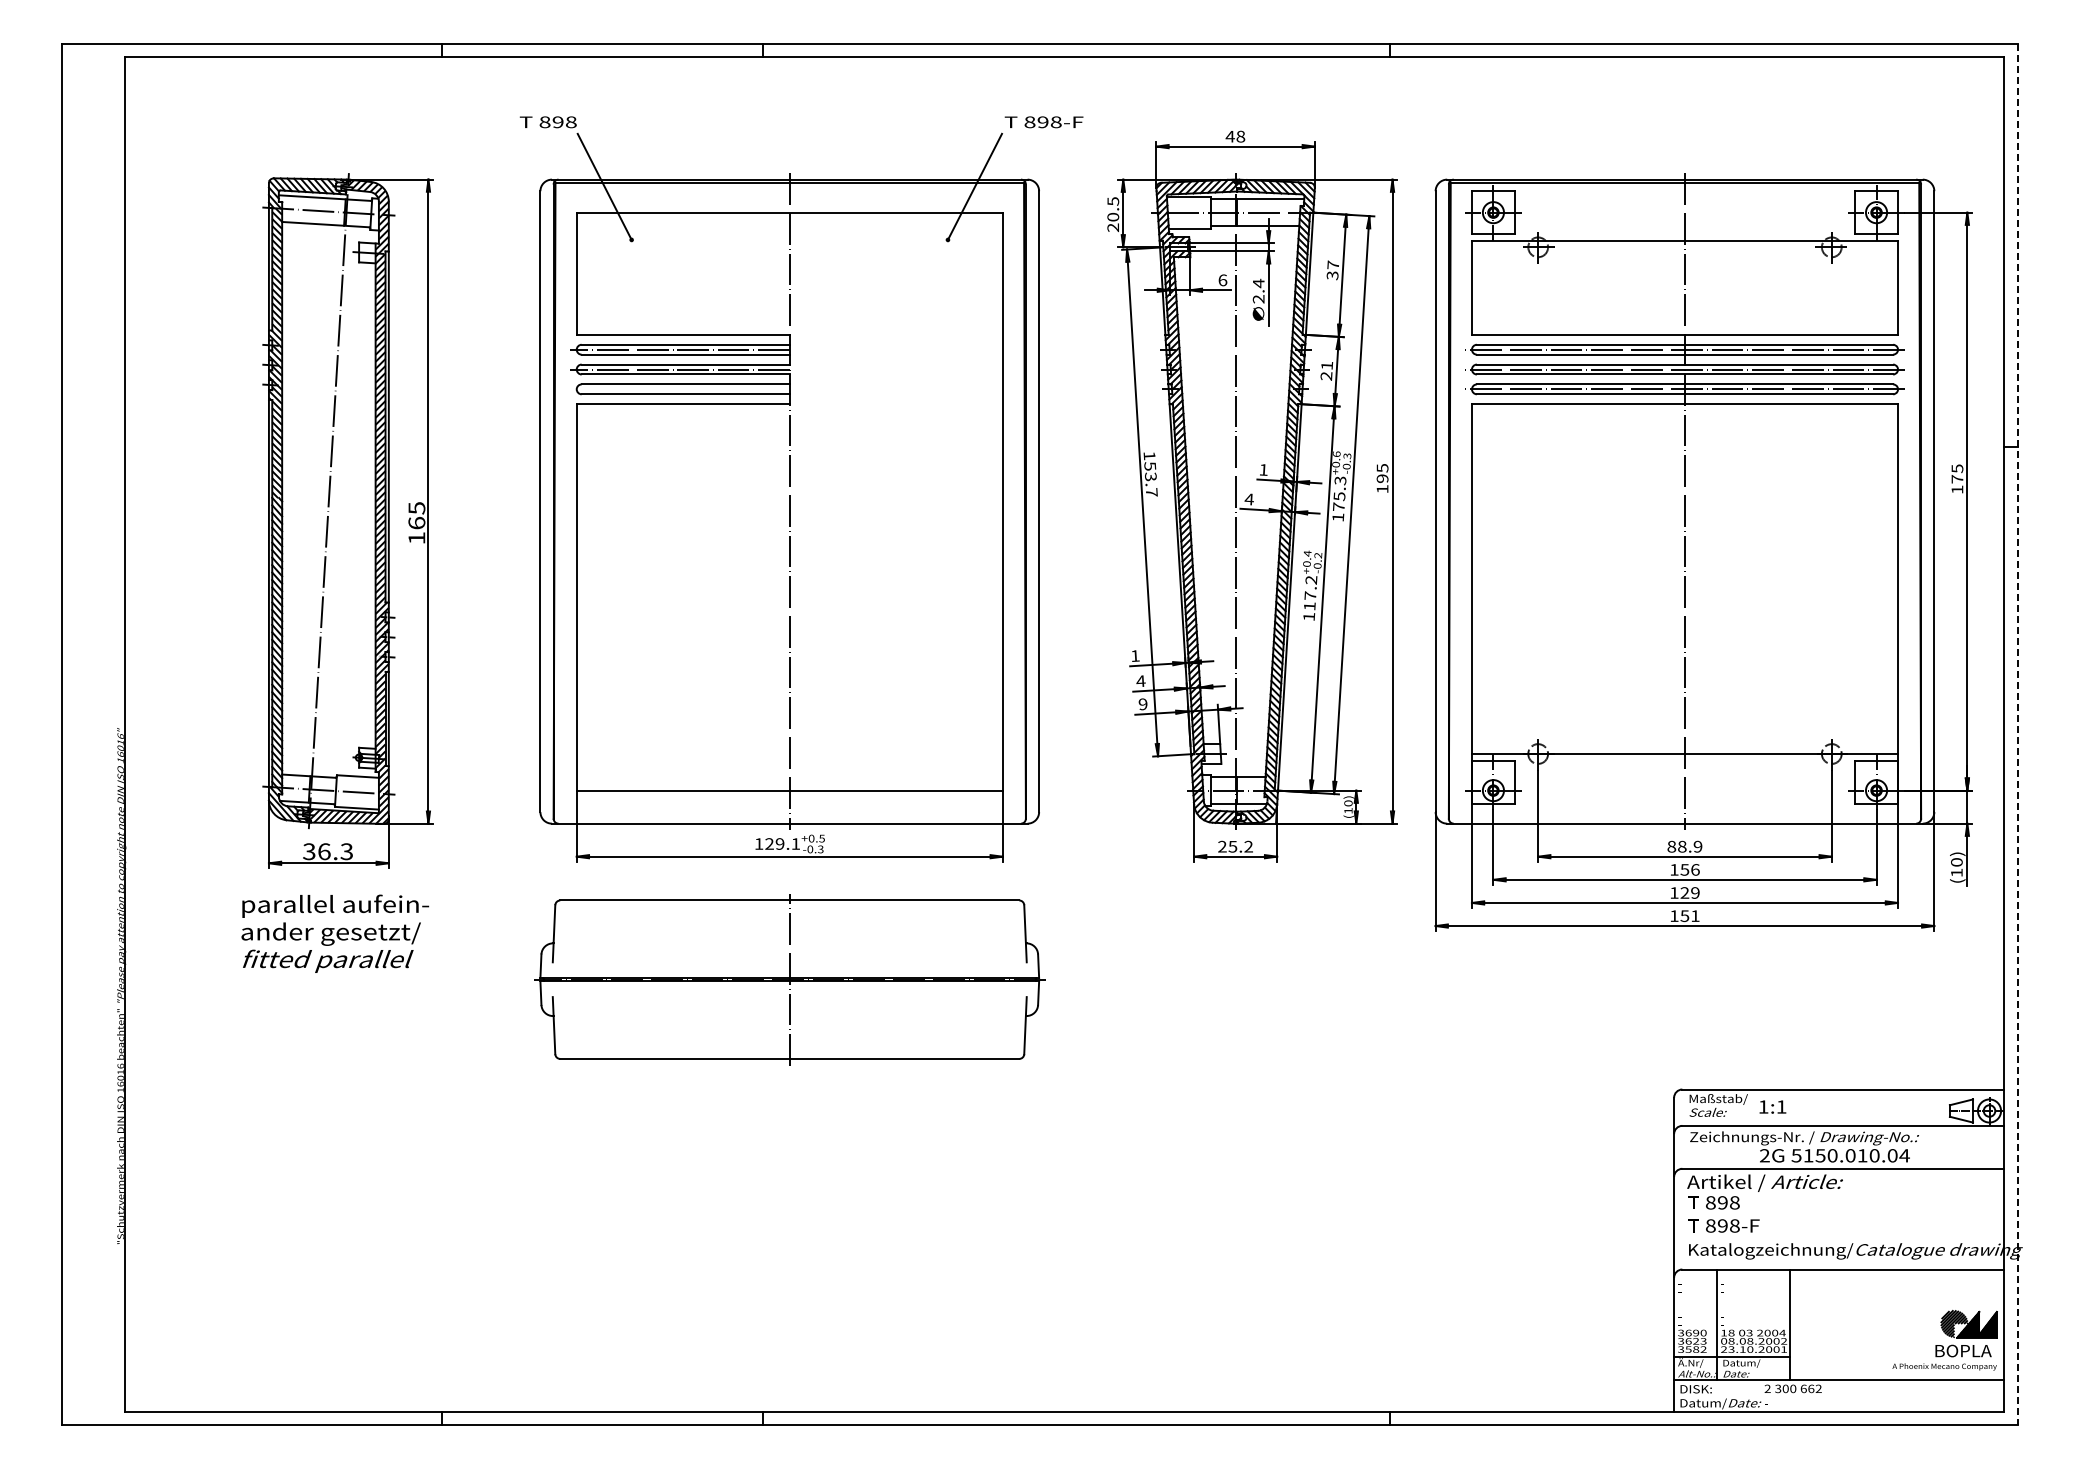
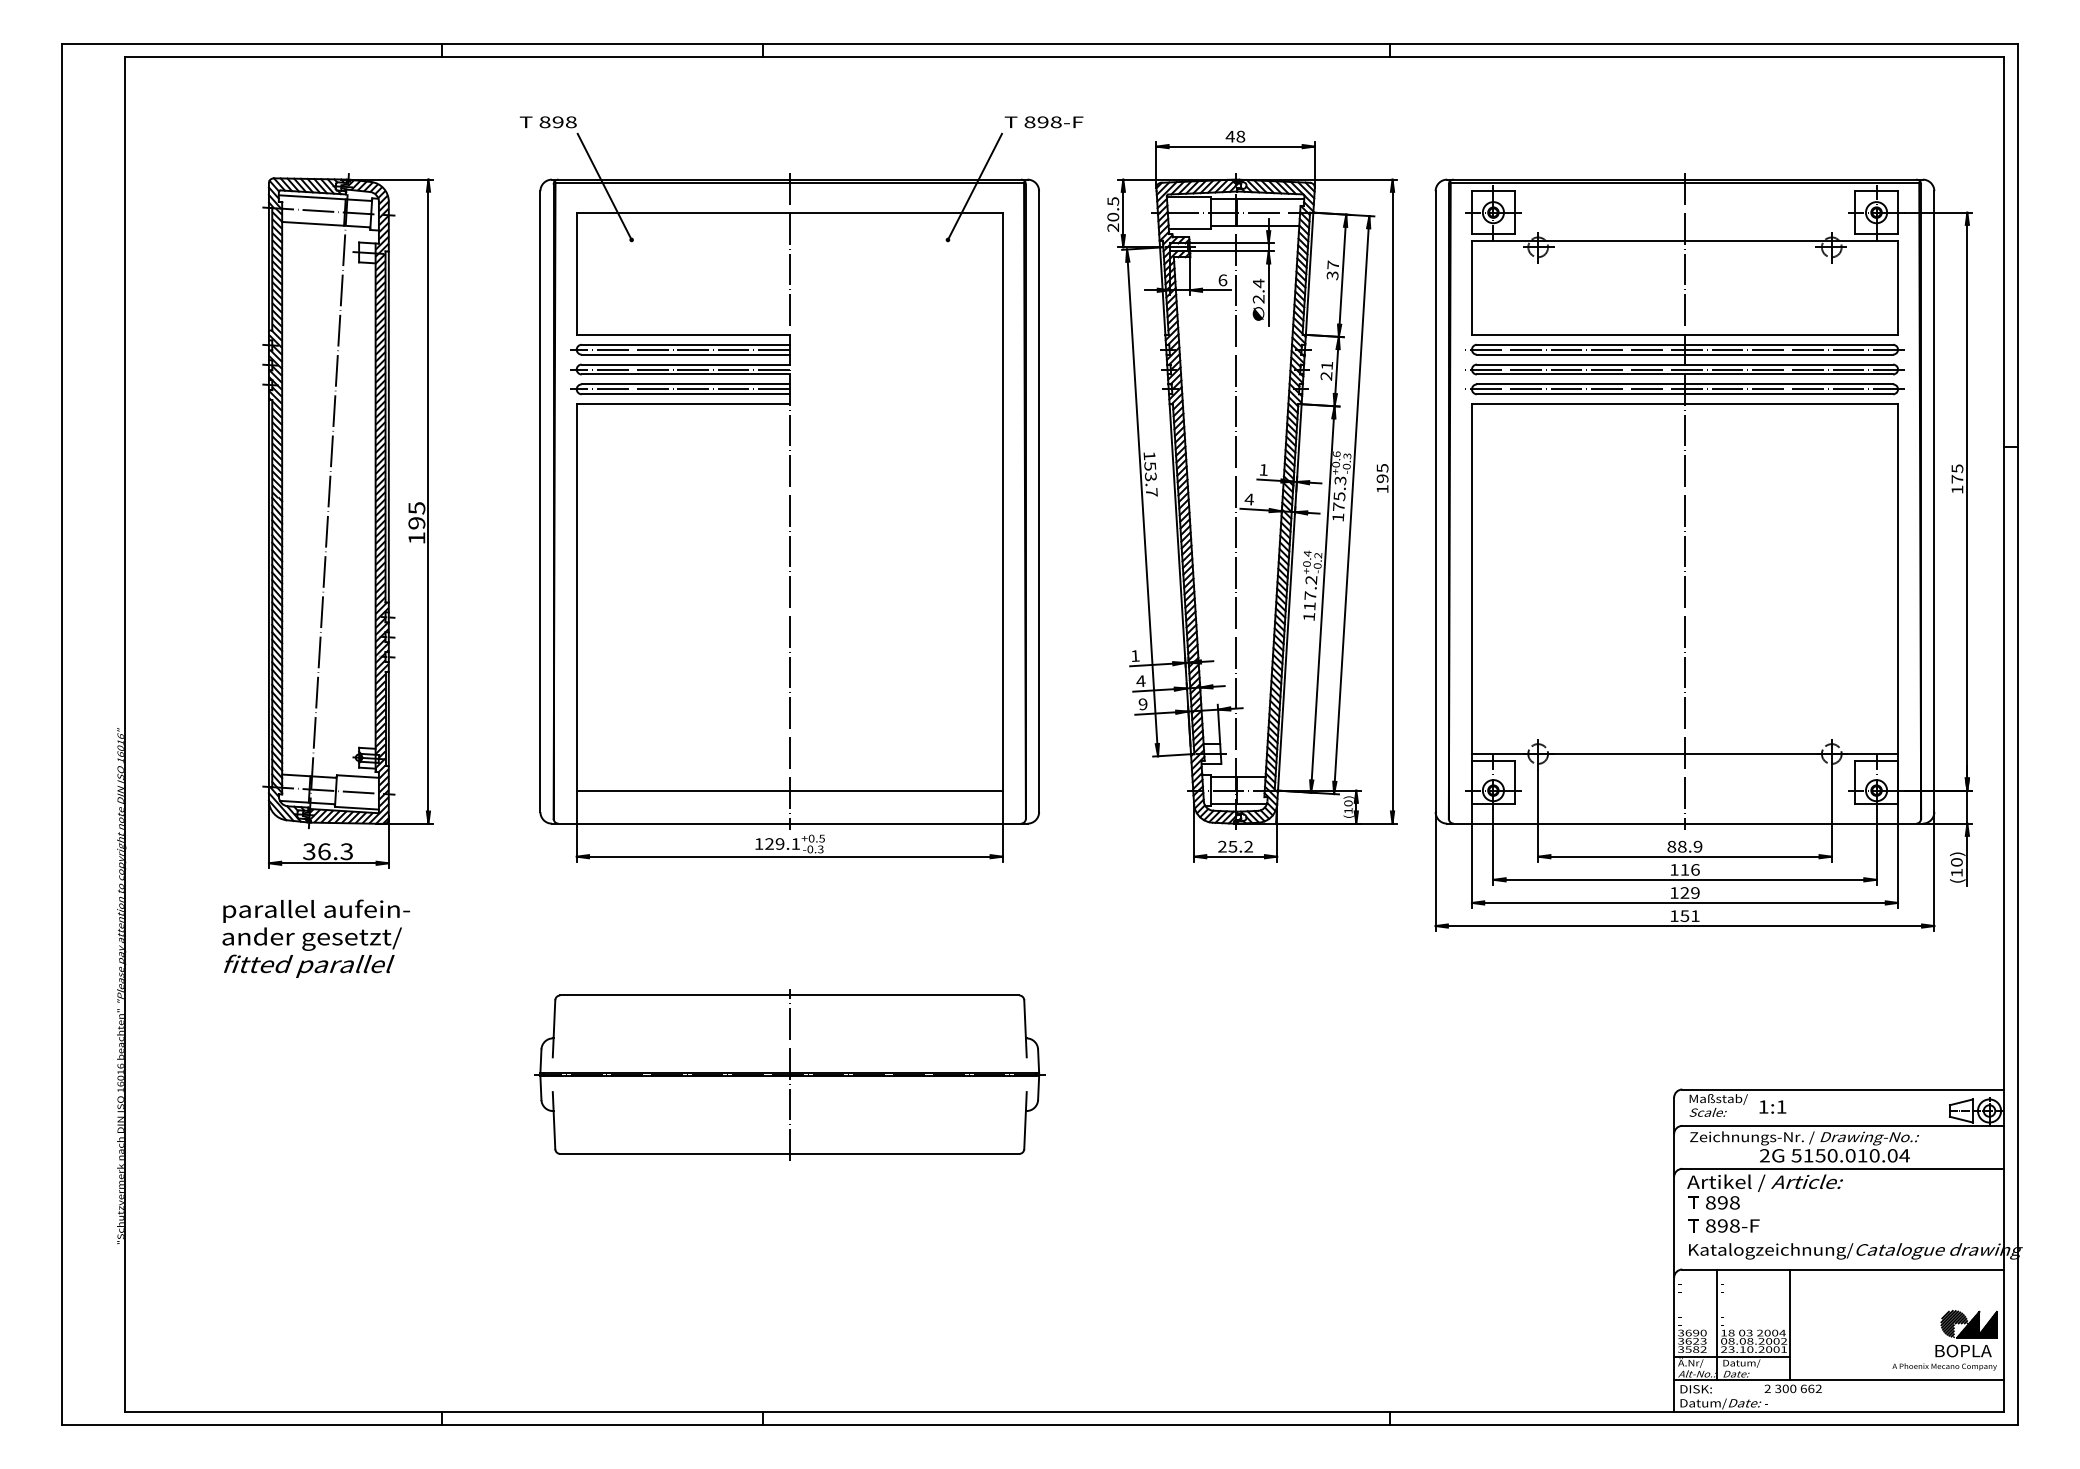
line at (679, 389): none -> present
text at (416, 523): 165 -> 195
line at (2017, 734): dashed -> solid
text at (1684, 869): 156 -> 116
text at (335, 933) position: (335, 933) -> (316, 938)
part at (789, 979) position: (789, 979) -> (789, 1074)
